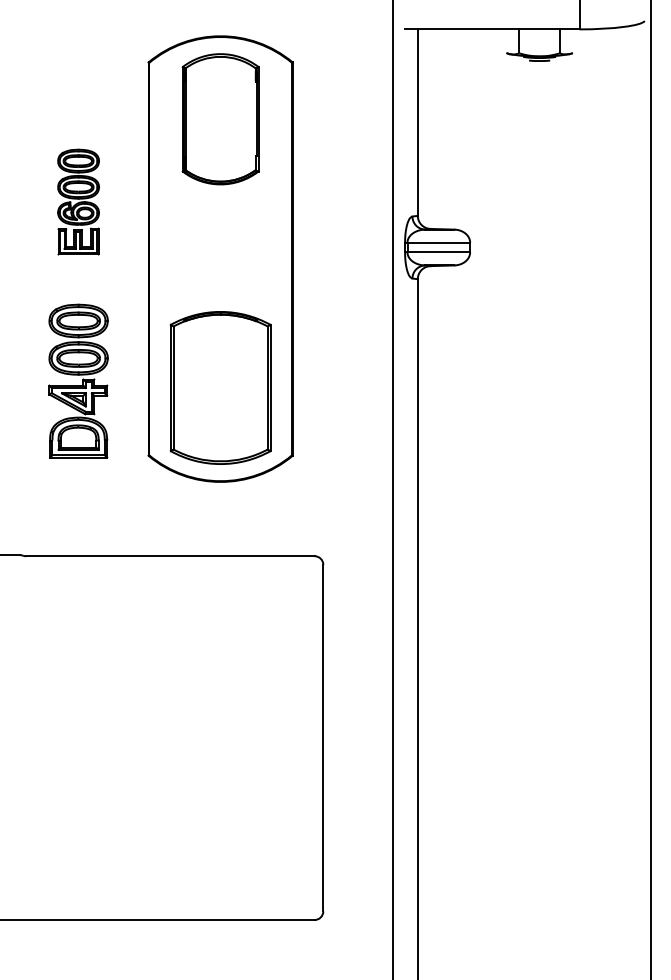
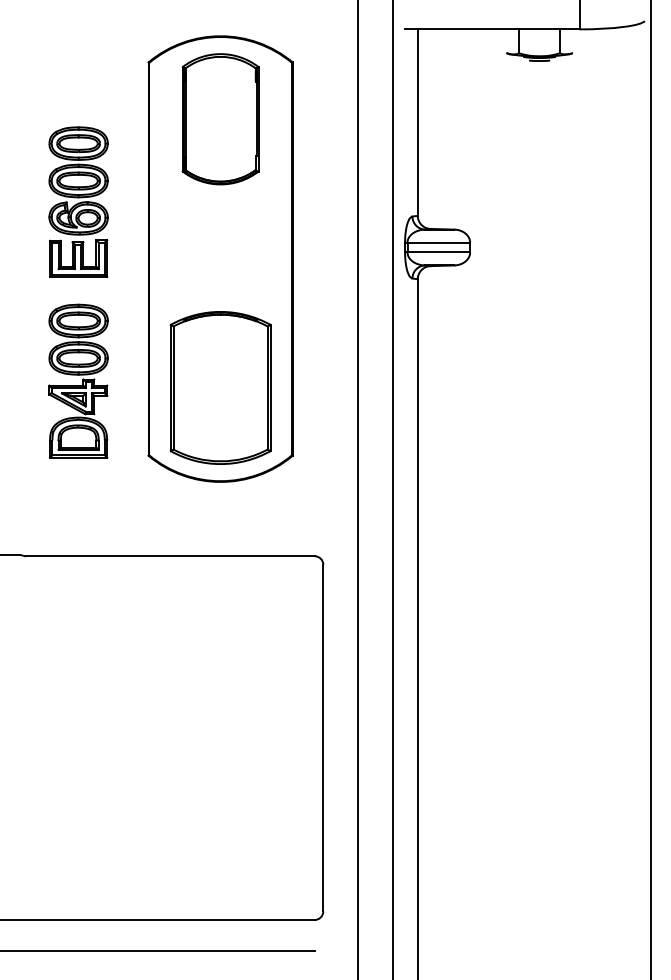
part at (78, 201) size: 43x108 px -> 61x152 px
line at (358, 489): none -> present
line at (158, 950): none -> present
